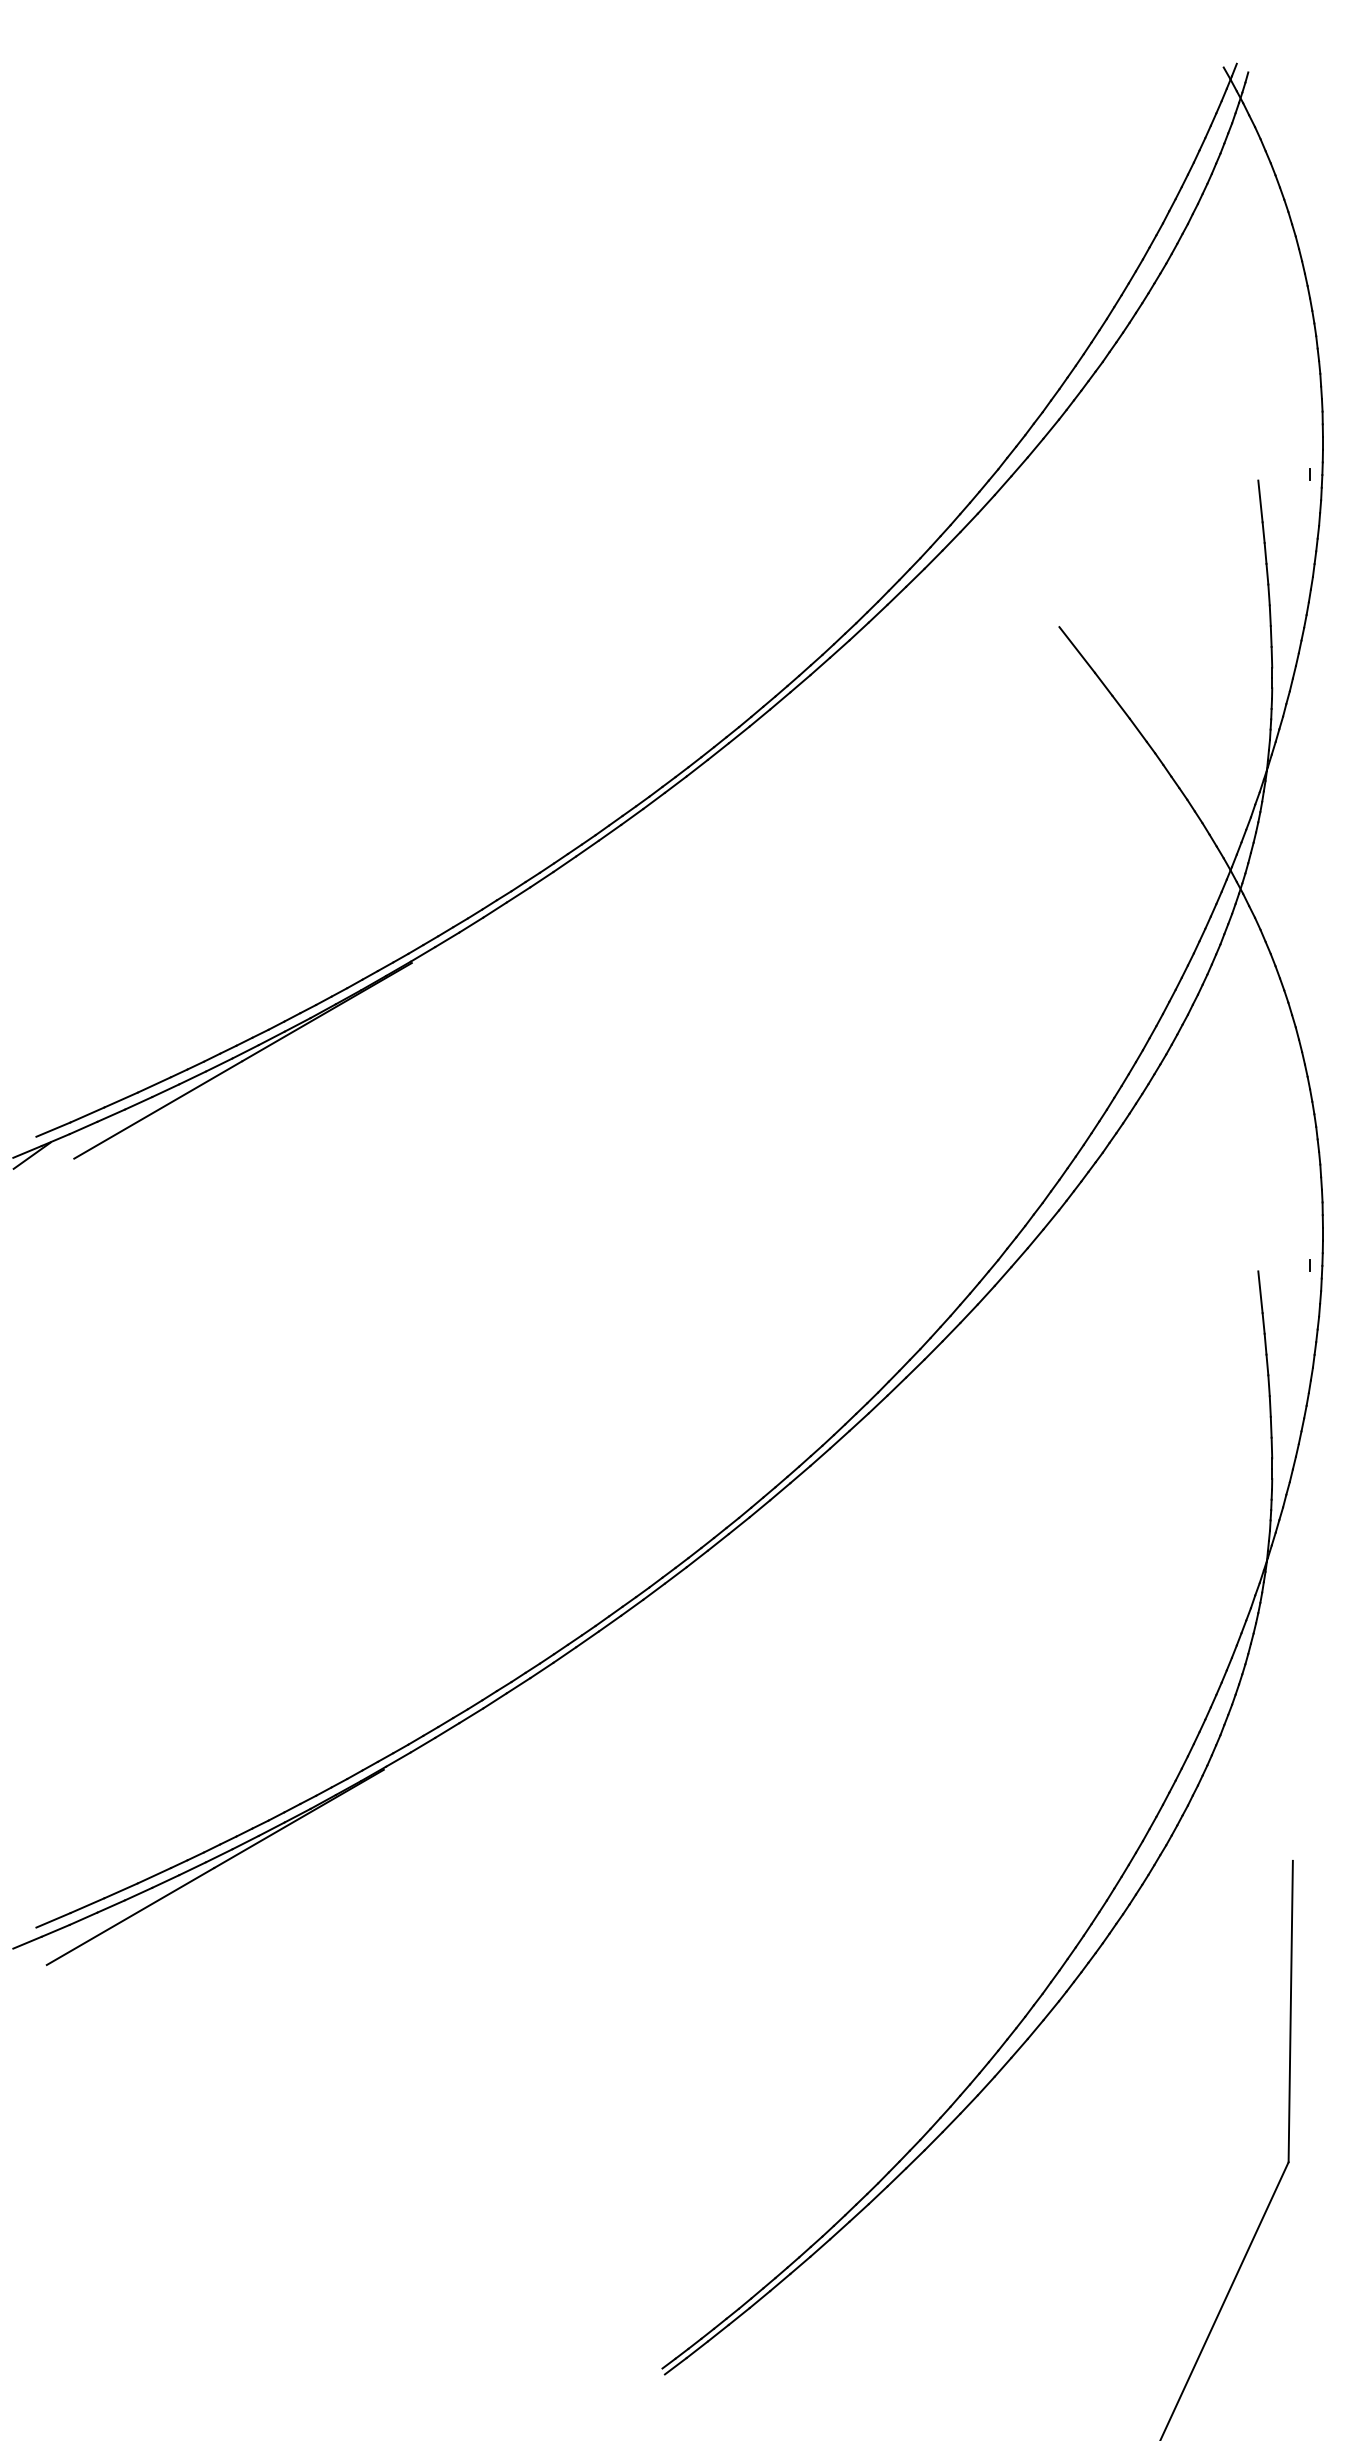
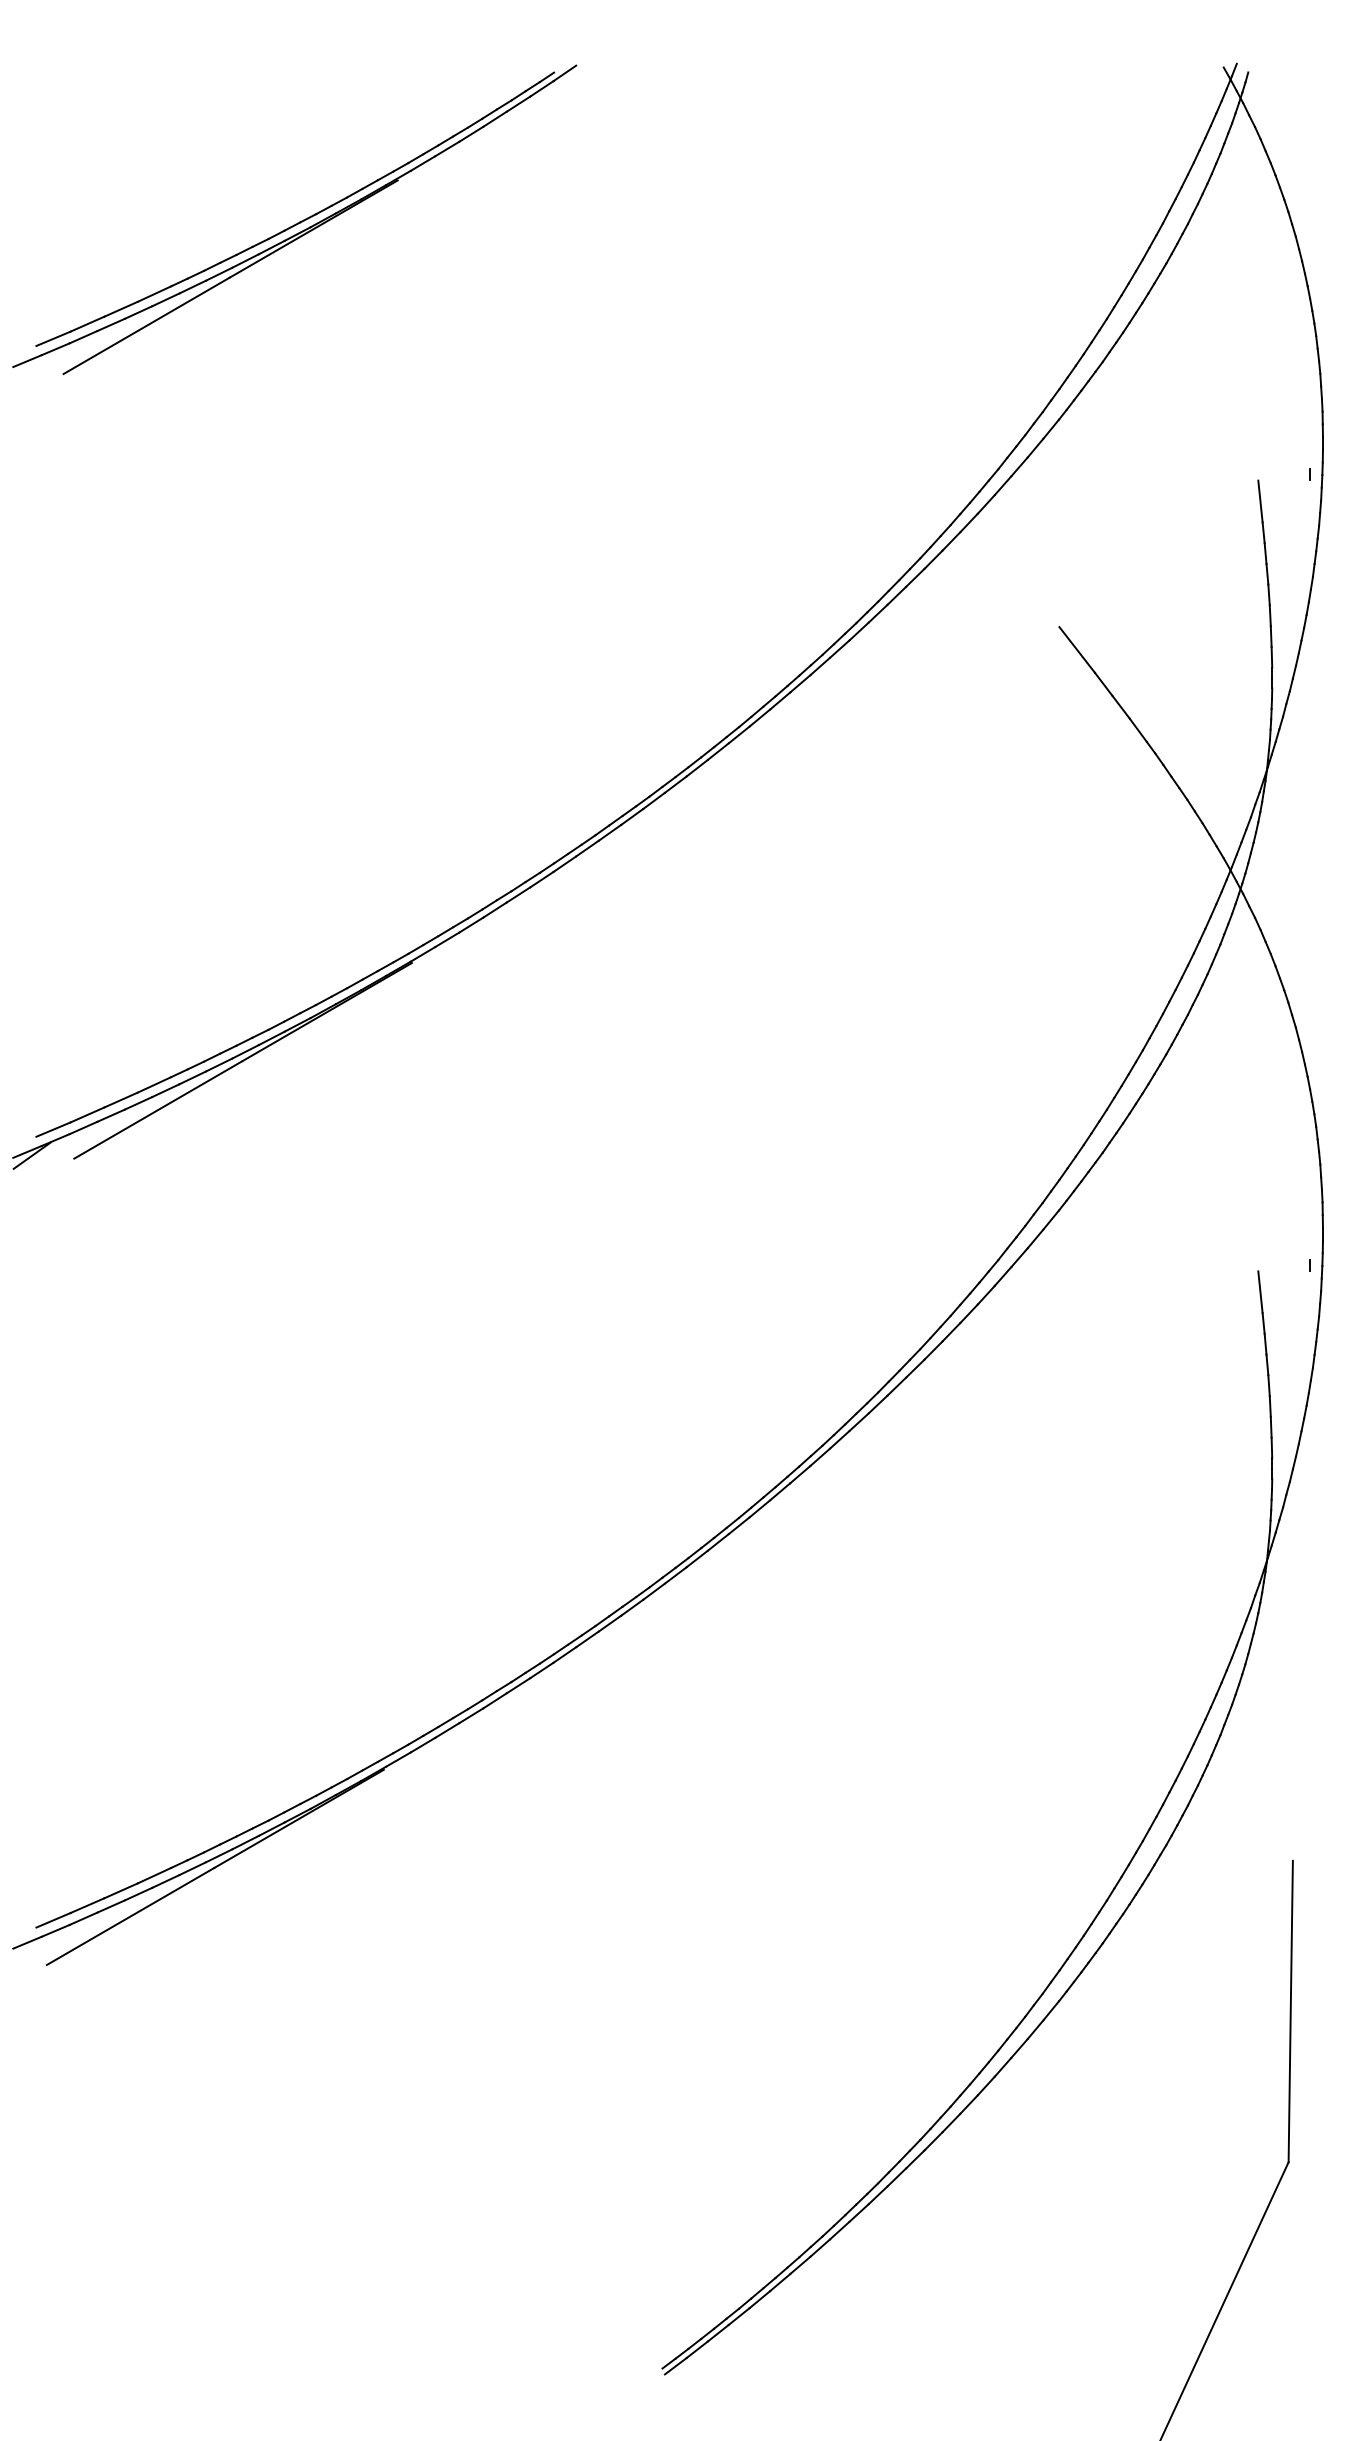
part at (294, 219): none -> present
